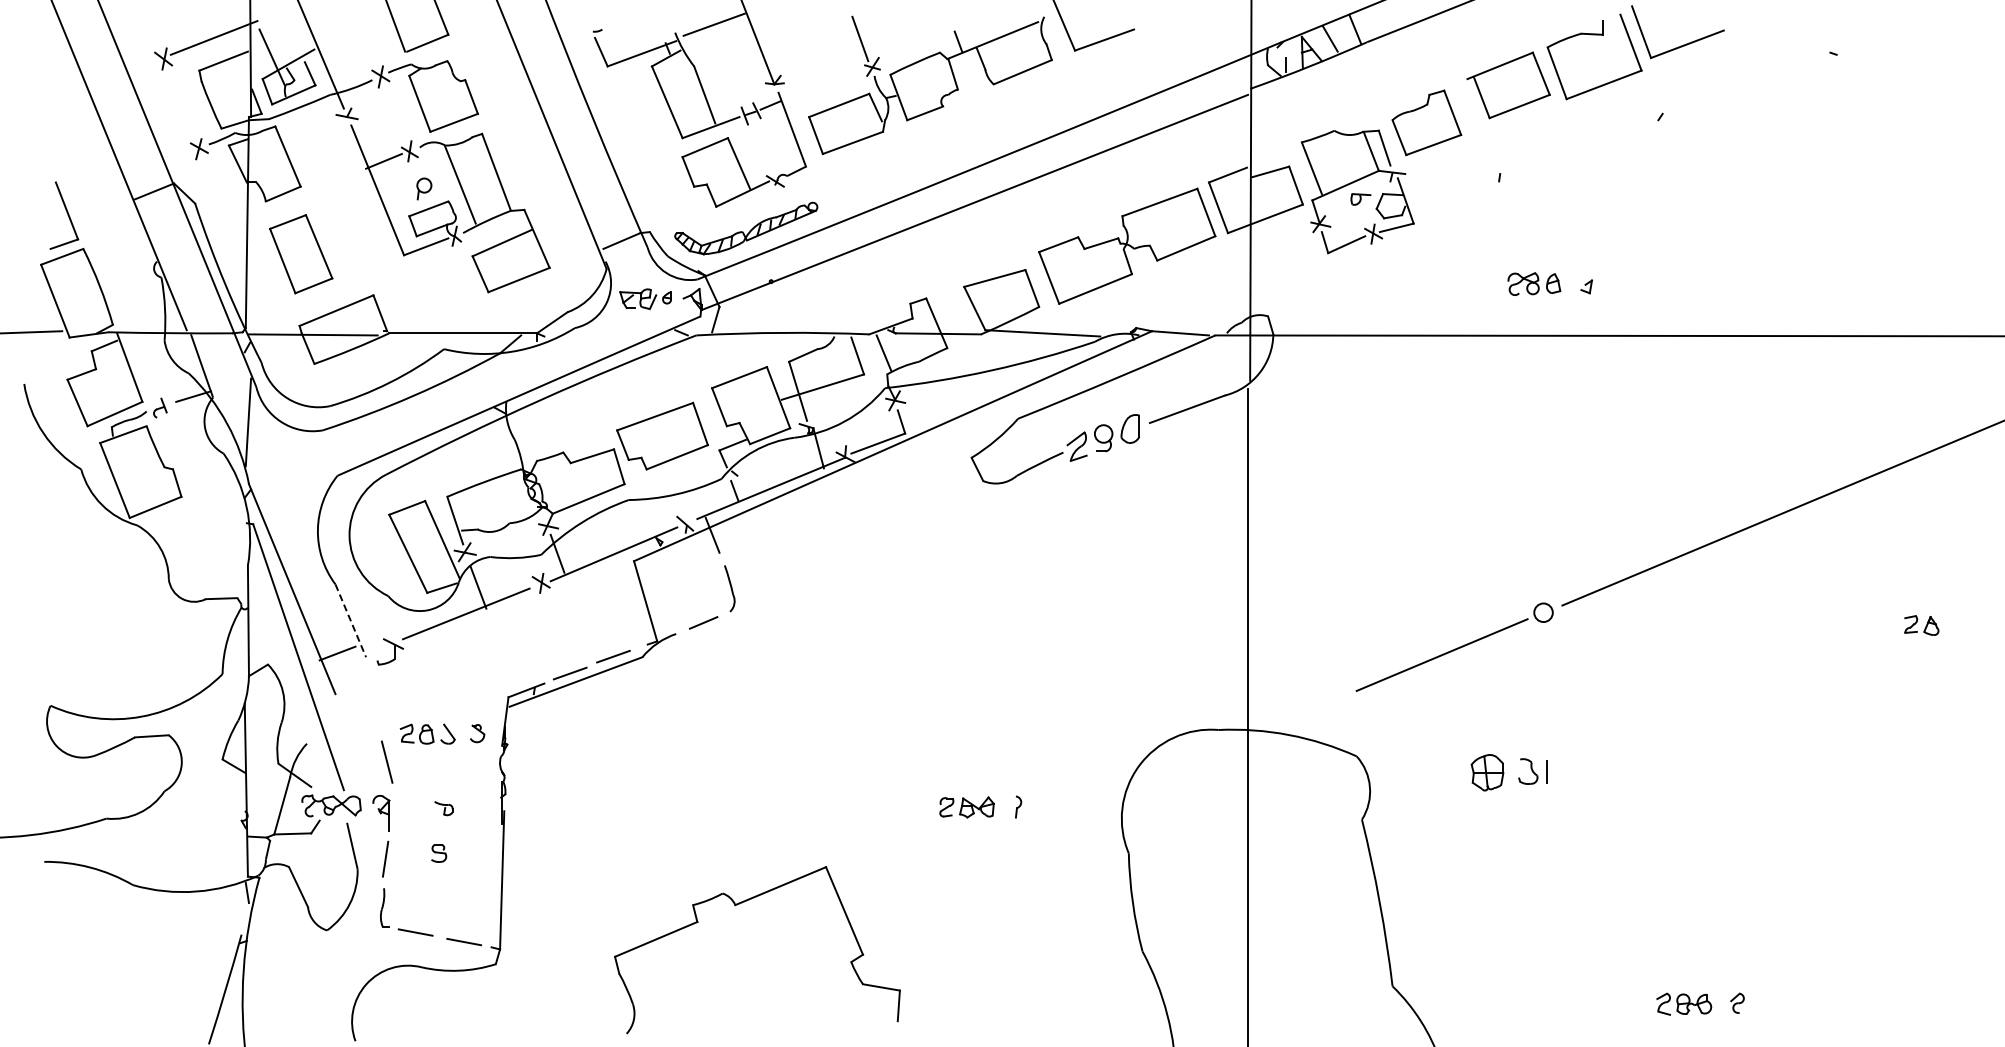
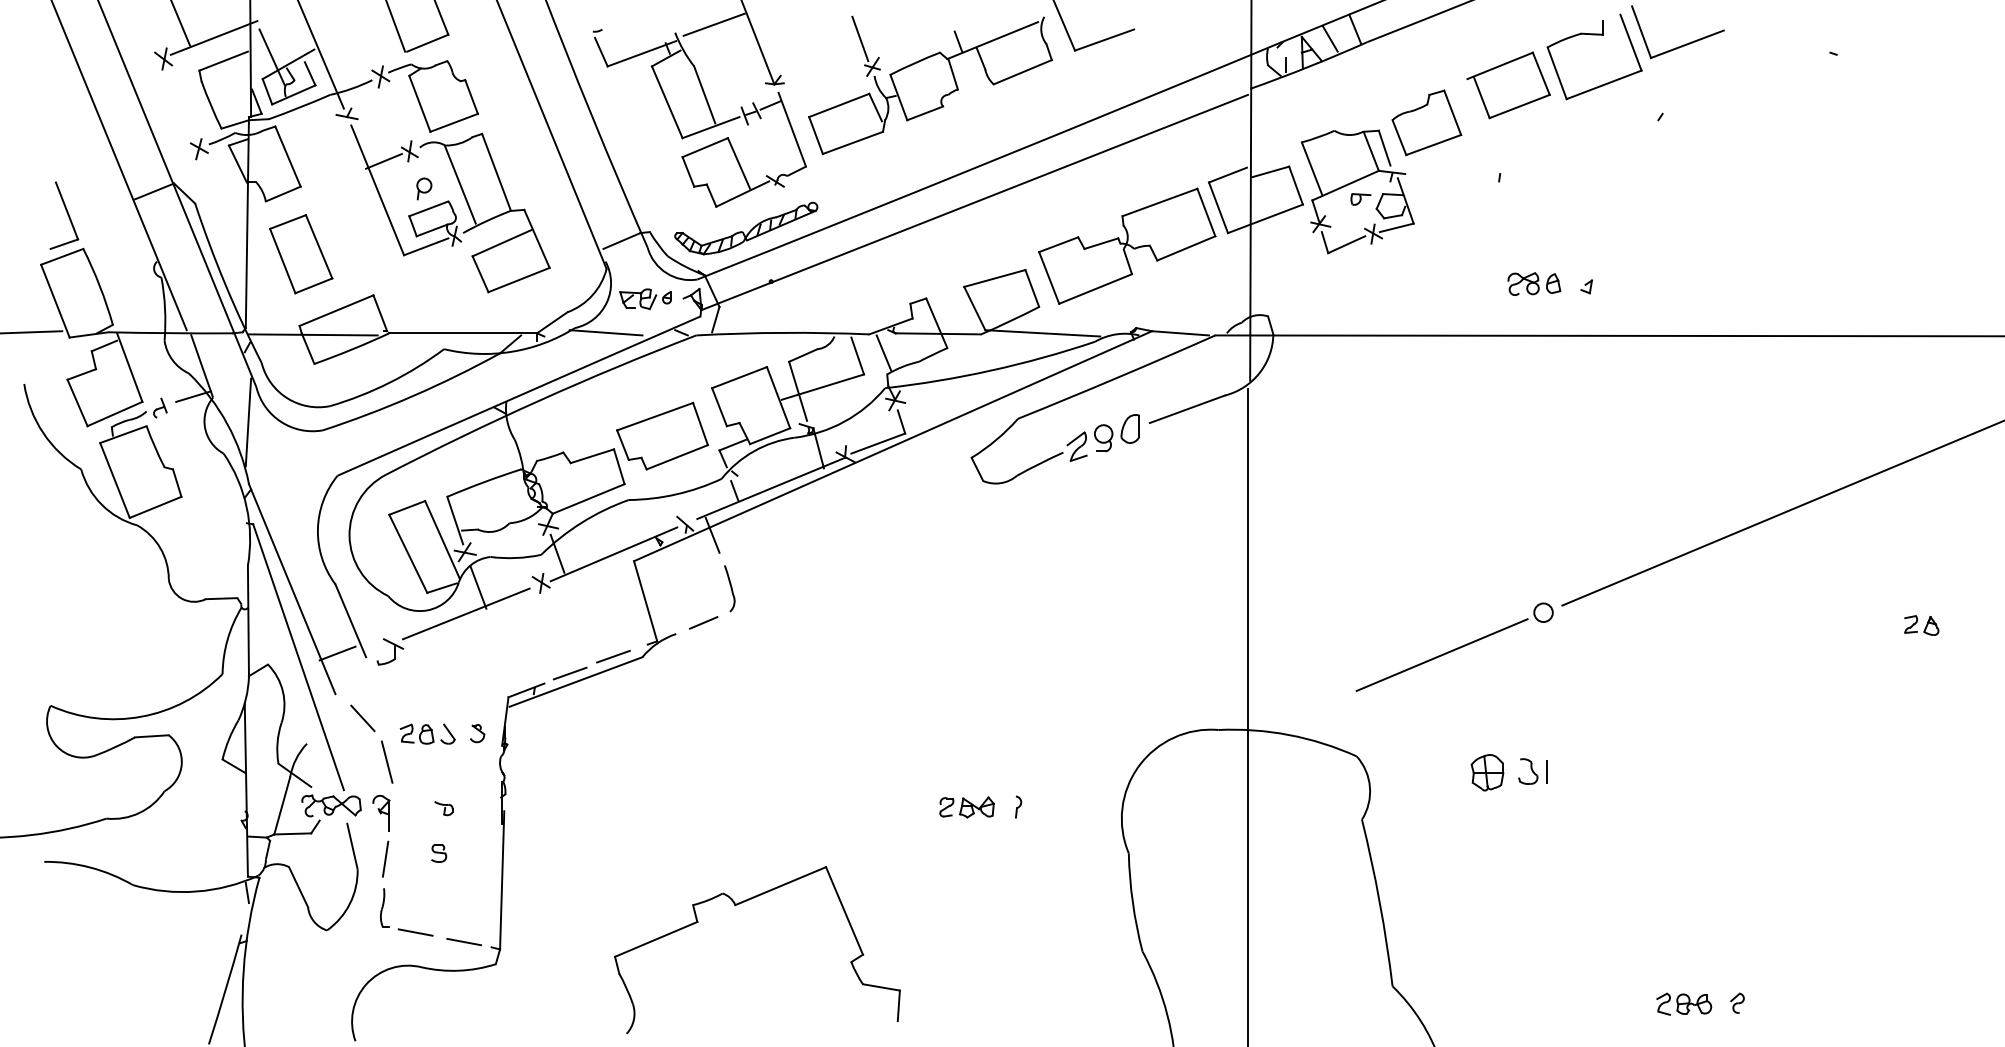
line at (180, 23): none -> present
line at (605, 332): none -> present
line at (350, 621): dashed -> solid
line at (362, 718): none -> present
